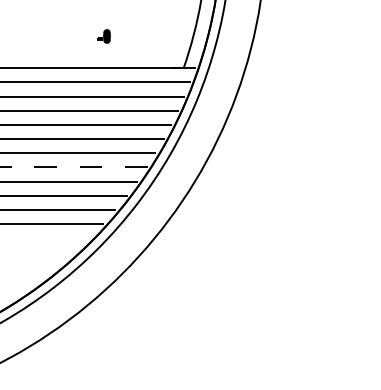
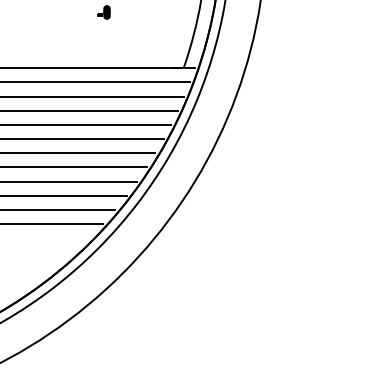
part at (103, 36) position: (103, 36) -> (103, 12)
line at (73, 167): dashed -> solid
